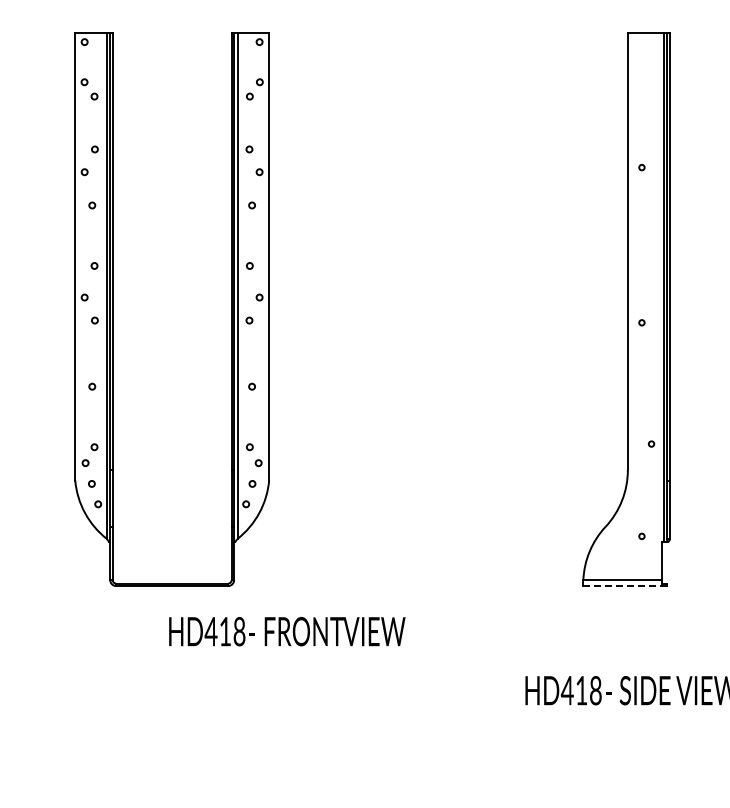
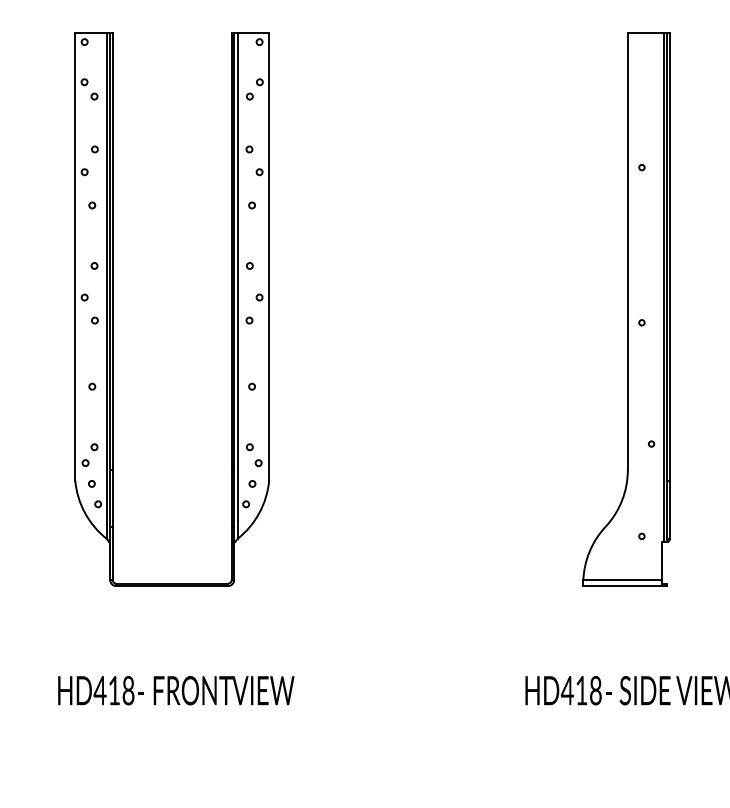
line at (623, 586): dashed -> solid
text at (287, 631) position: (287, 631) -> (176, 690)
